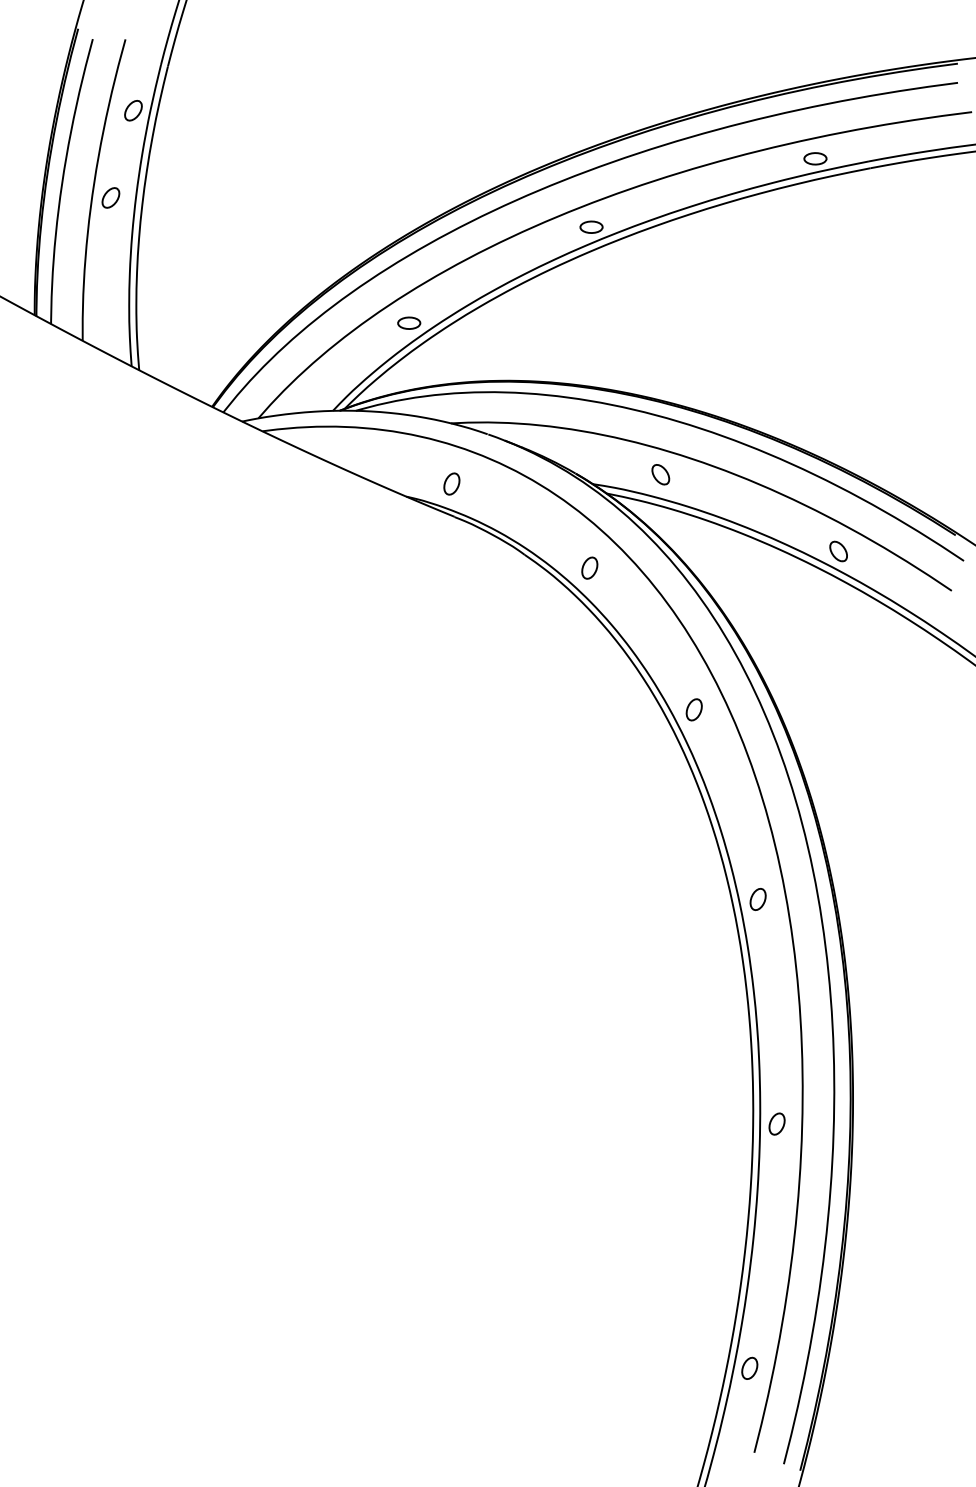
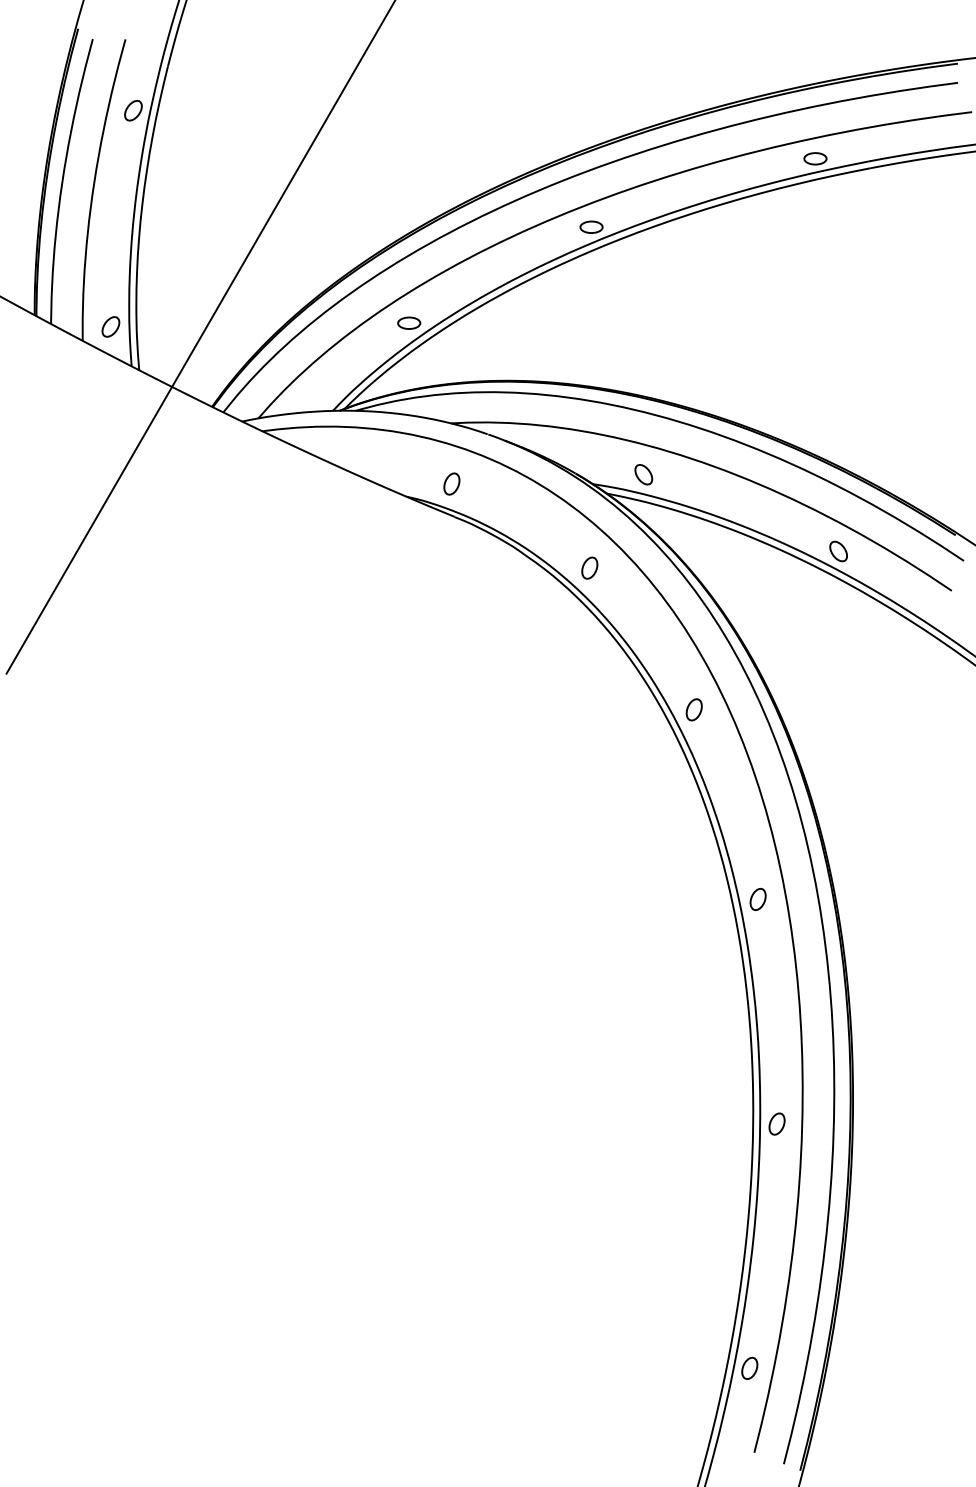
part at (110, 197) position: (110, 197) -> (110, 326)
line at (200, 337): none -> present
part at (660, 474) position: (660, 474) -> (643, 474)
